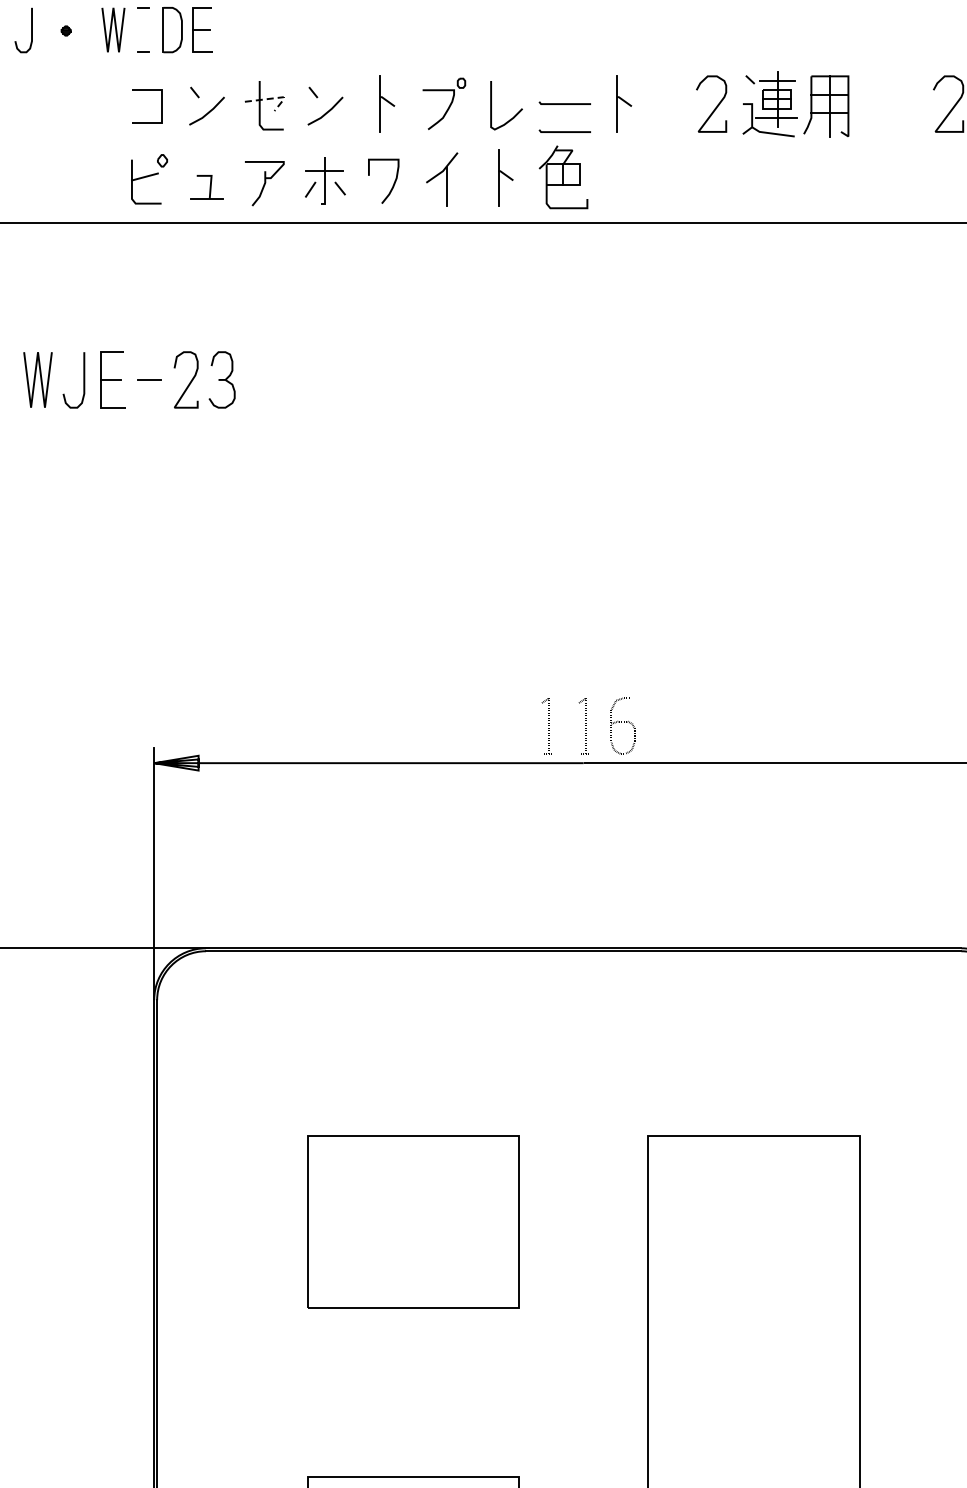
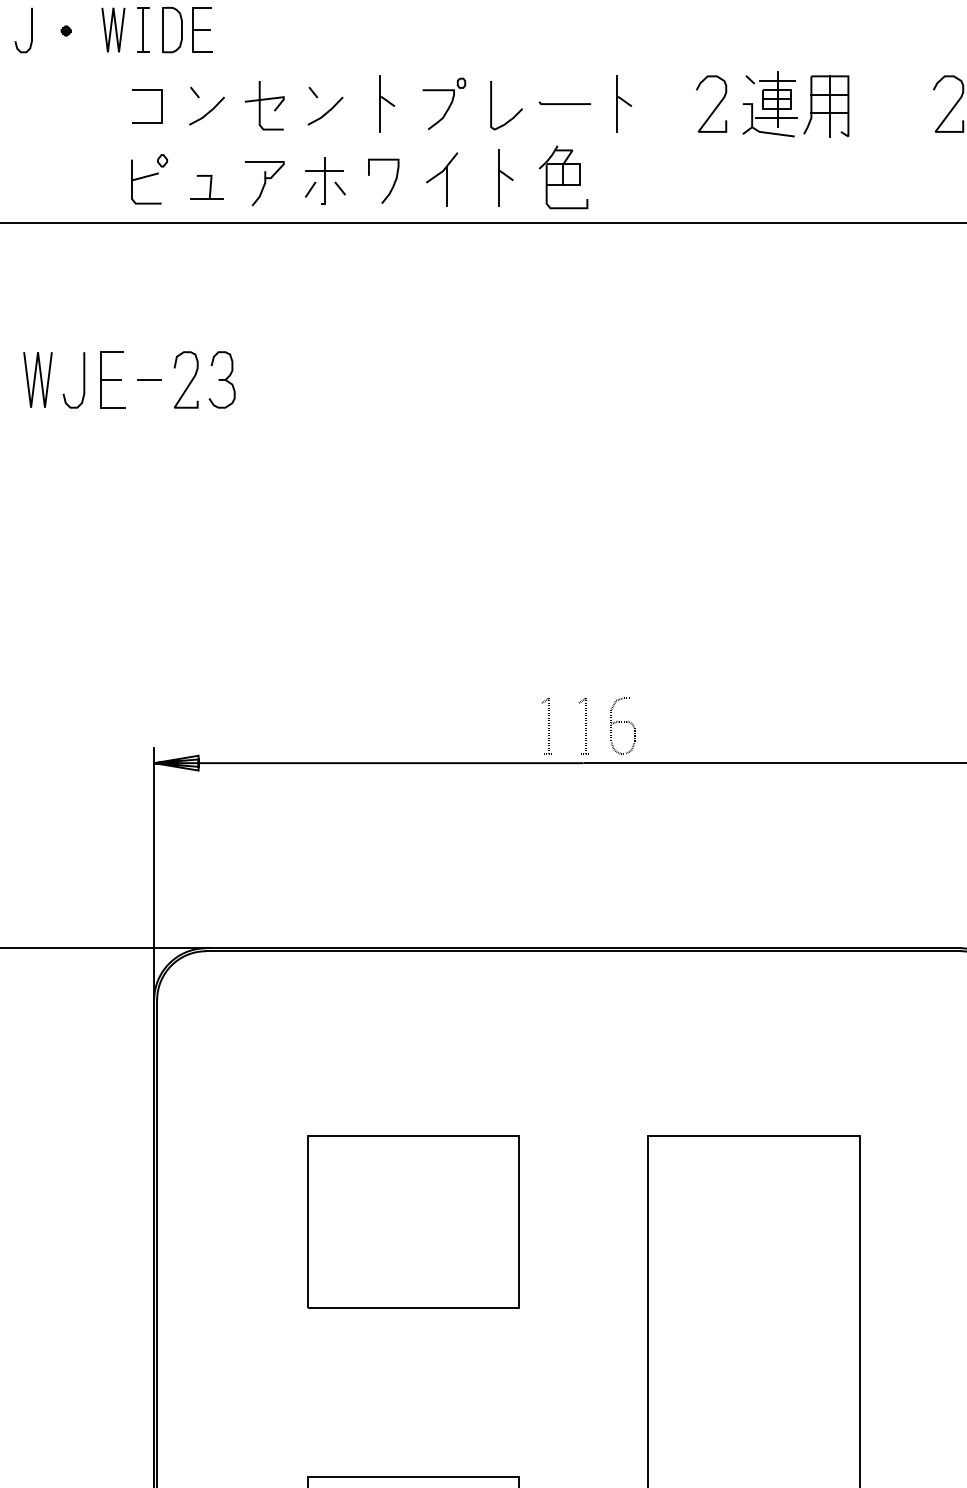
line at (143, 29): none -> present
line at (274, 98): dashed -> solid
line at (564, 131): present -> none
